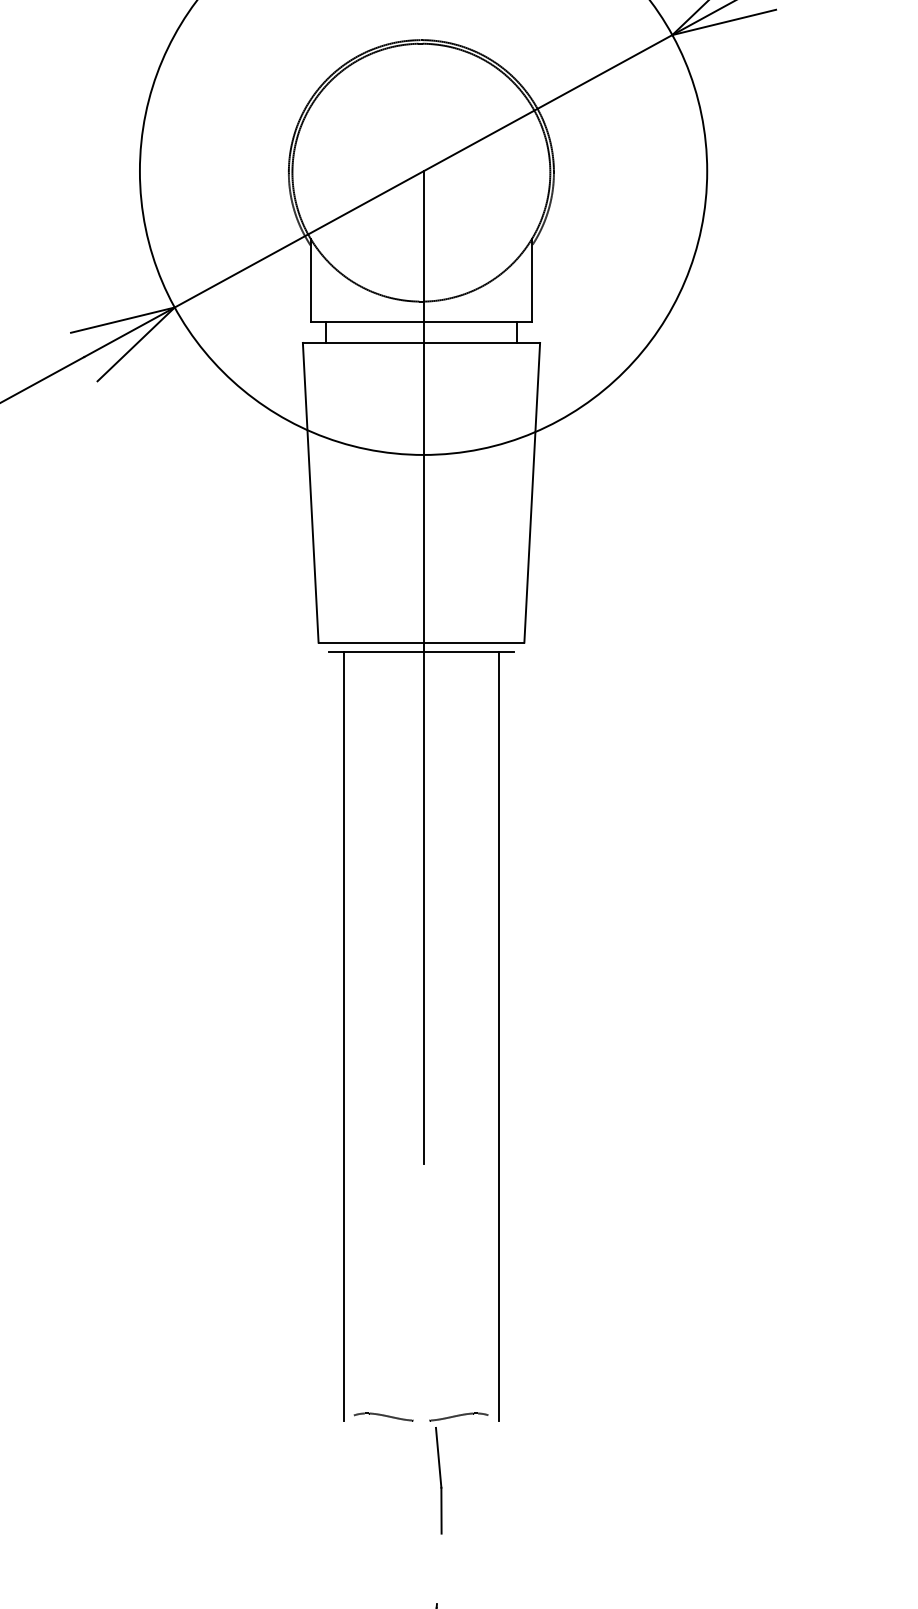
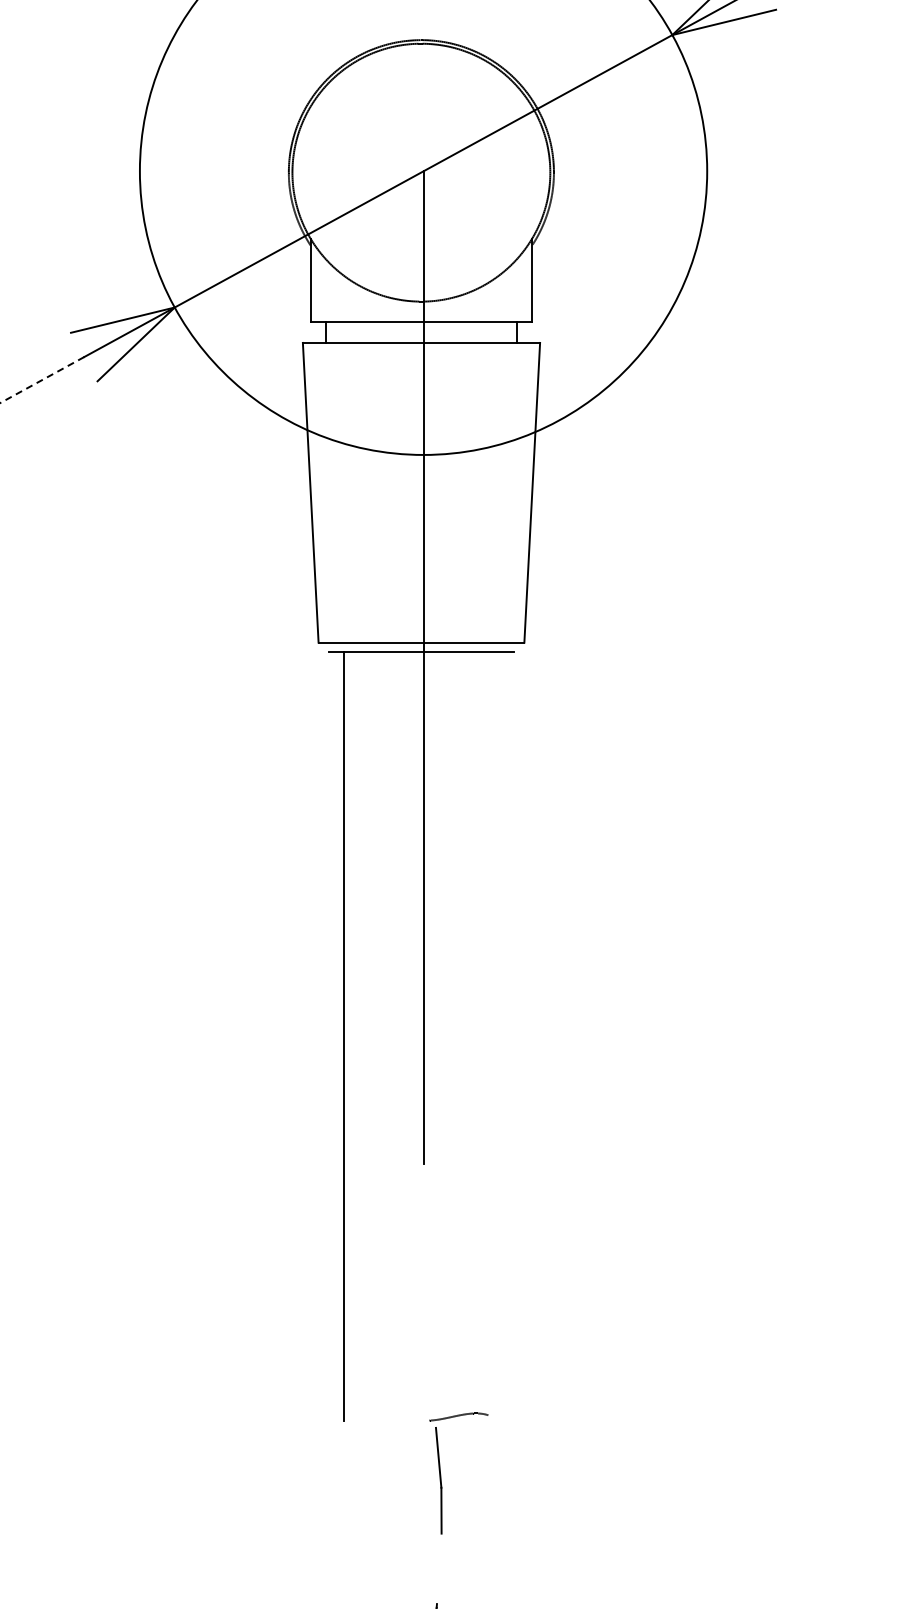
line at (42, 379): solid -> dashed
line at (498, 1036): present -> none
part at (383, 1416): present -> none
